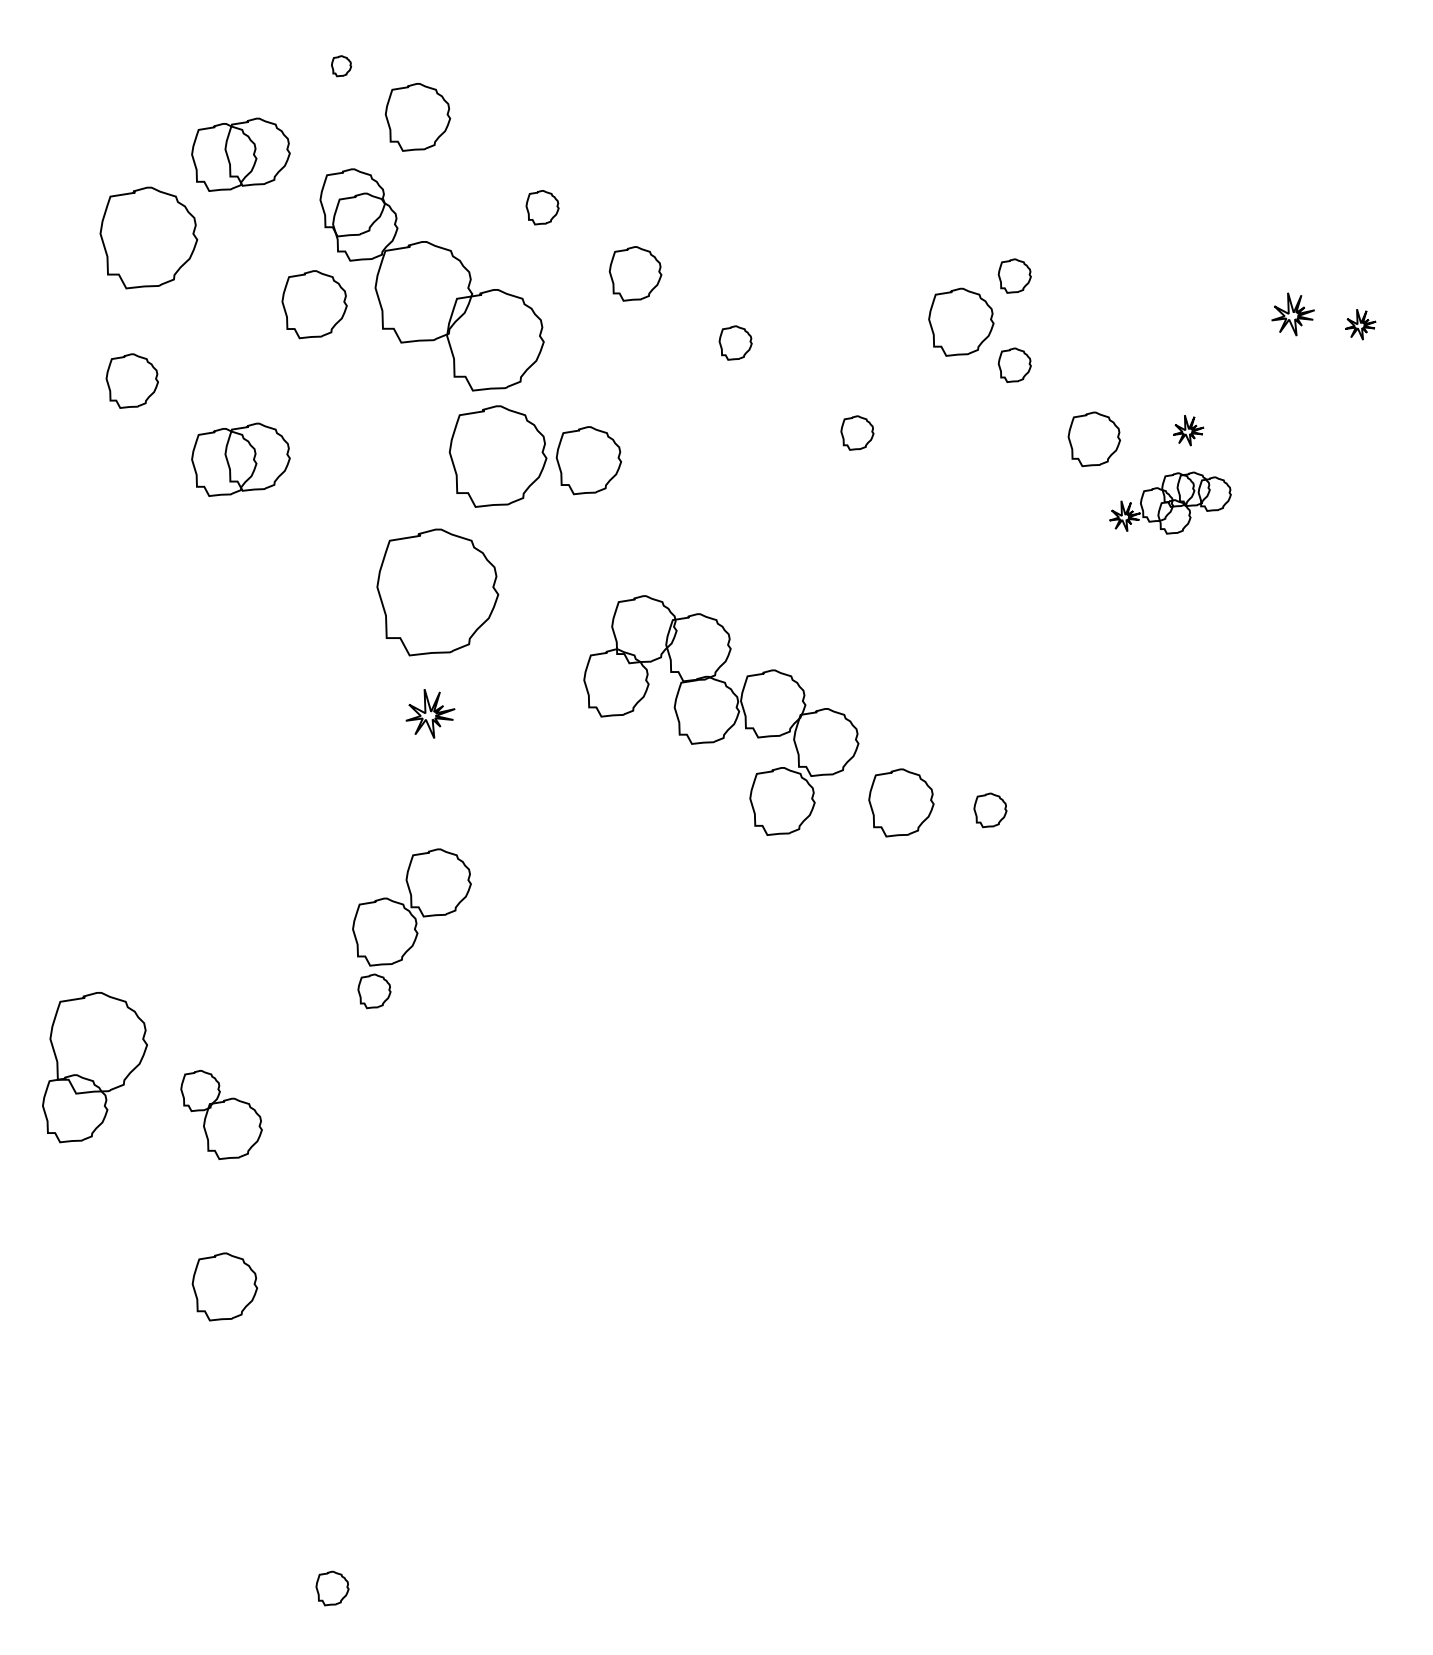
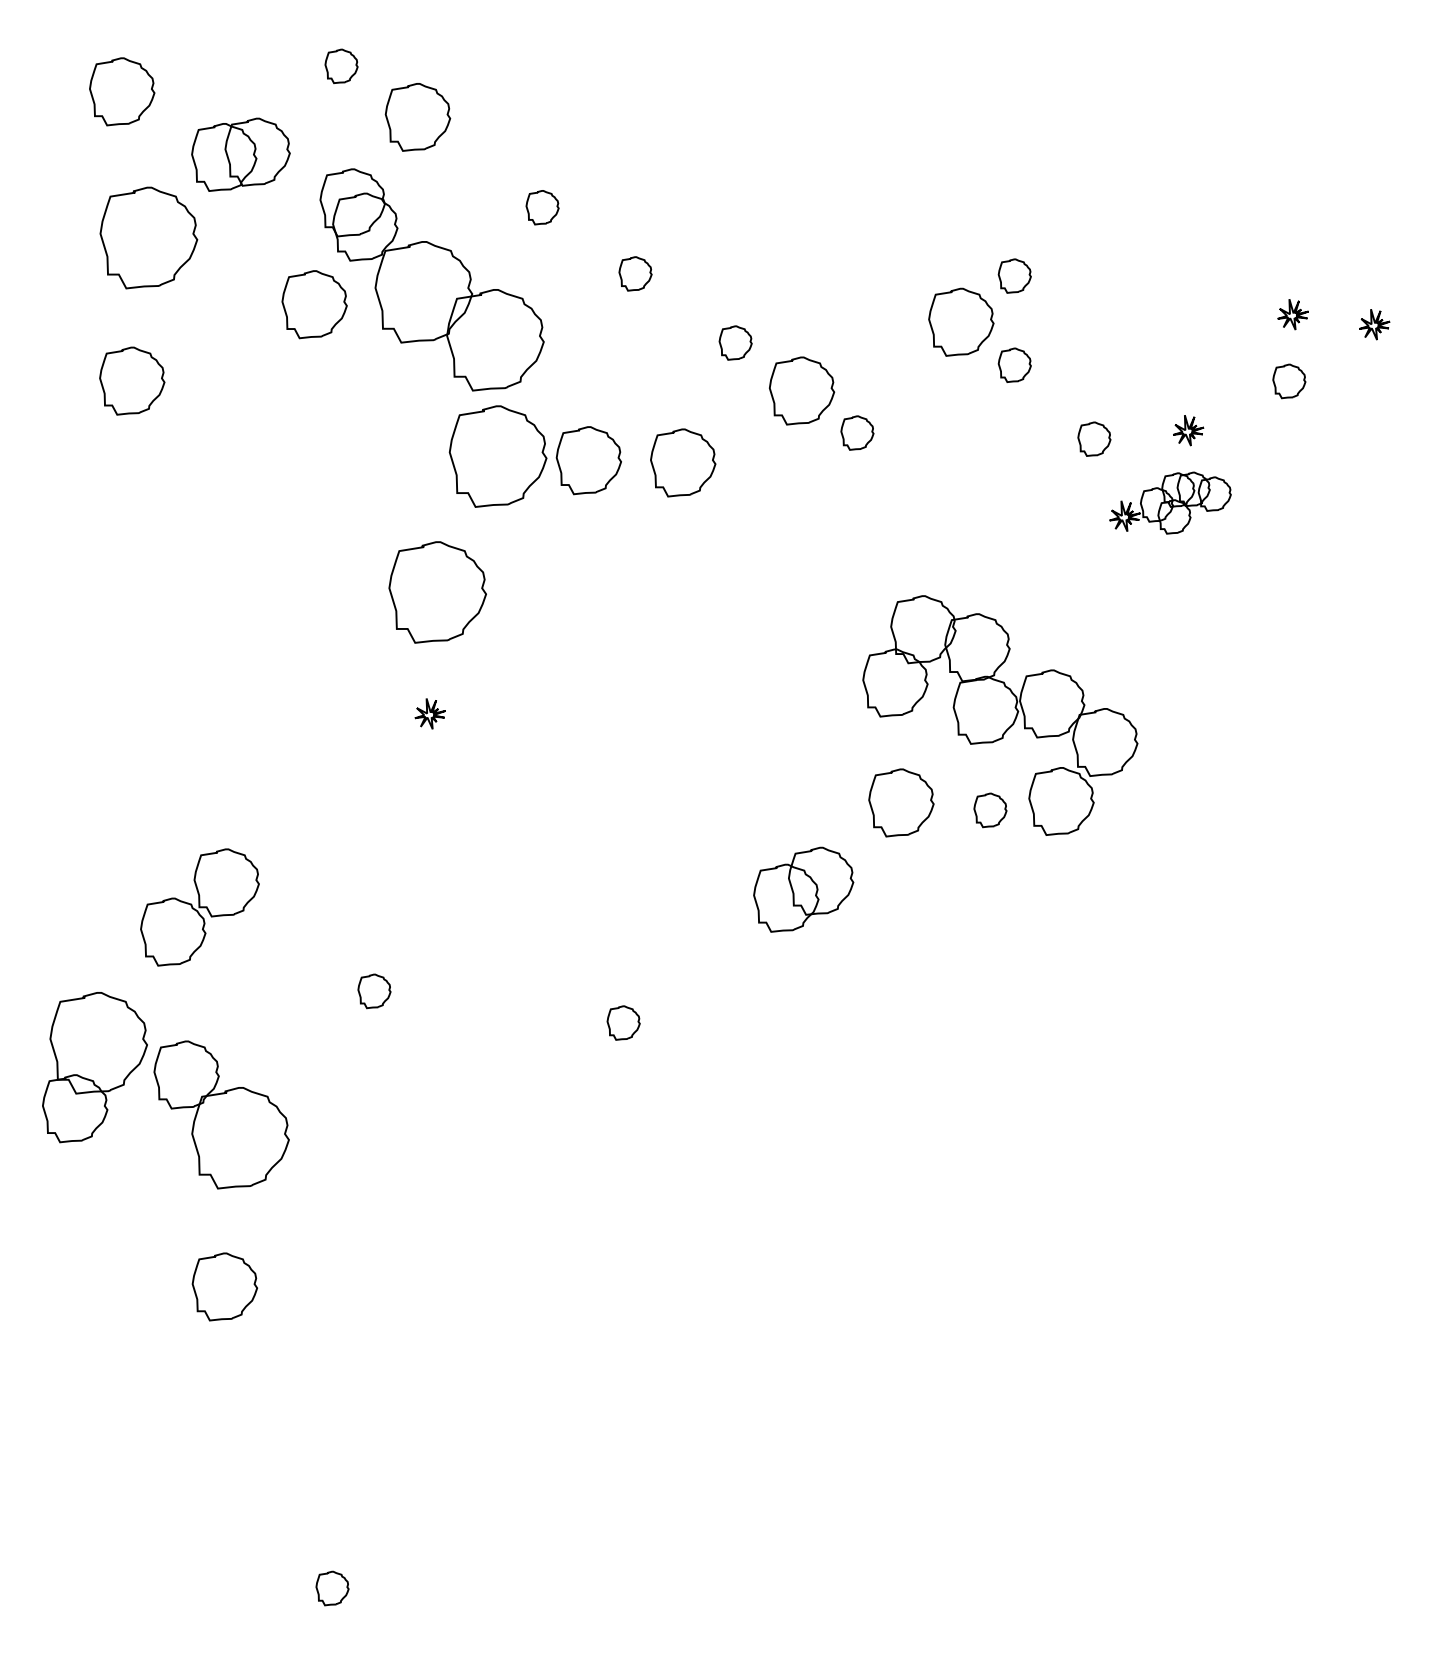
part at (341, 66) size: 22x23 px -> 35x36 px
part at (122, 91): none -> present
part at (635, 273) size: 55x56 px -> 35x36 px
part at (1292, 314) size: 44x45 px -> 32x32 px
part at (1360, 324) position: (1360, 324) -> (1374, 324)
part at (131, 380) size: 54x56 px -> 67x70 px
part at (1289, 381): none -> present
part at (802, 390): none -> present
part at (1093, 439) size: 54x57 px -> 35x36 px
part at (240, 459): present -> none
part at (683, 462): none -> present
part at (437, 592) size: 124x129 px -> 99x103 px
part at (430, 713) size: 51x50 px -> 32x32 px
part at (721, 715) position: (721, 715) -> (1000, 715)
part at (803, 889): none -> present
part at (411, 907) position: (411, 907) -> (199, 907)
part at (623, 1022): none -> present
part at (221, 1114) size: 83x90 px -> 137x150 px
